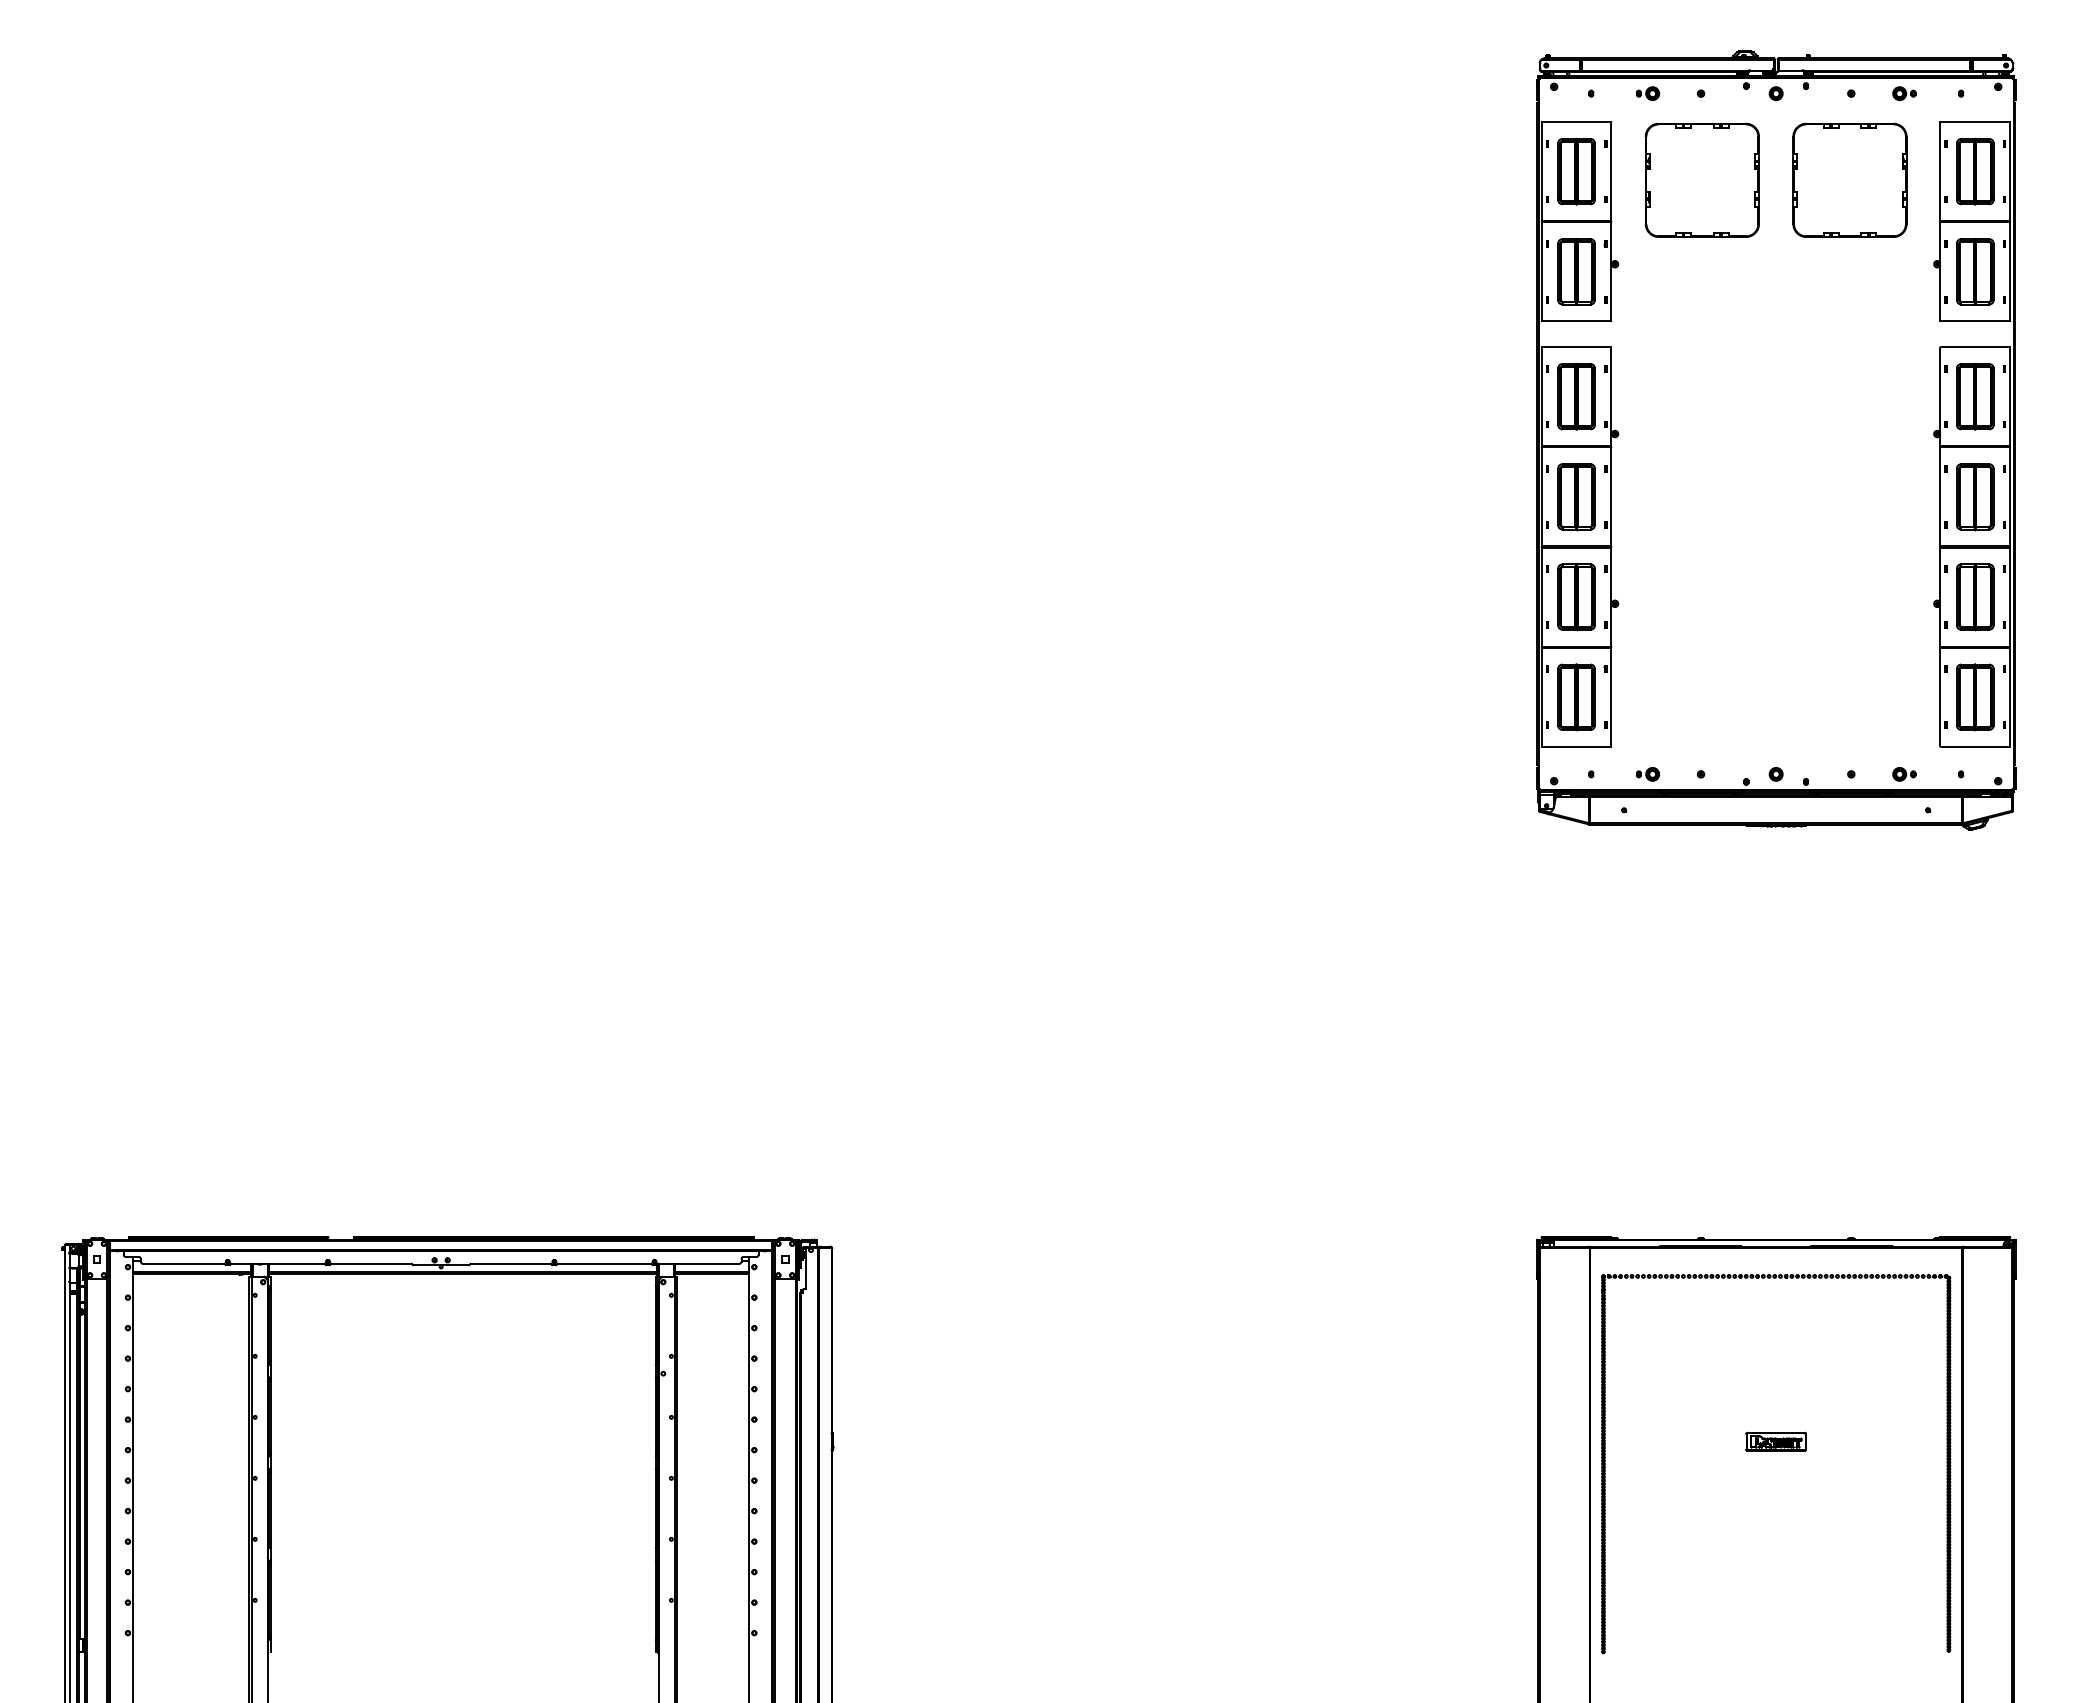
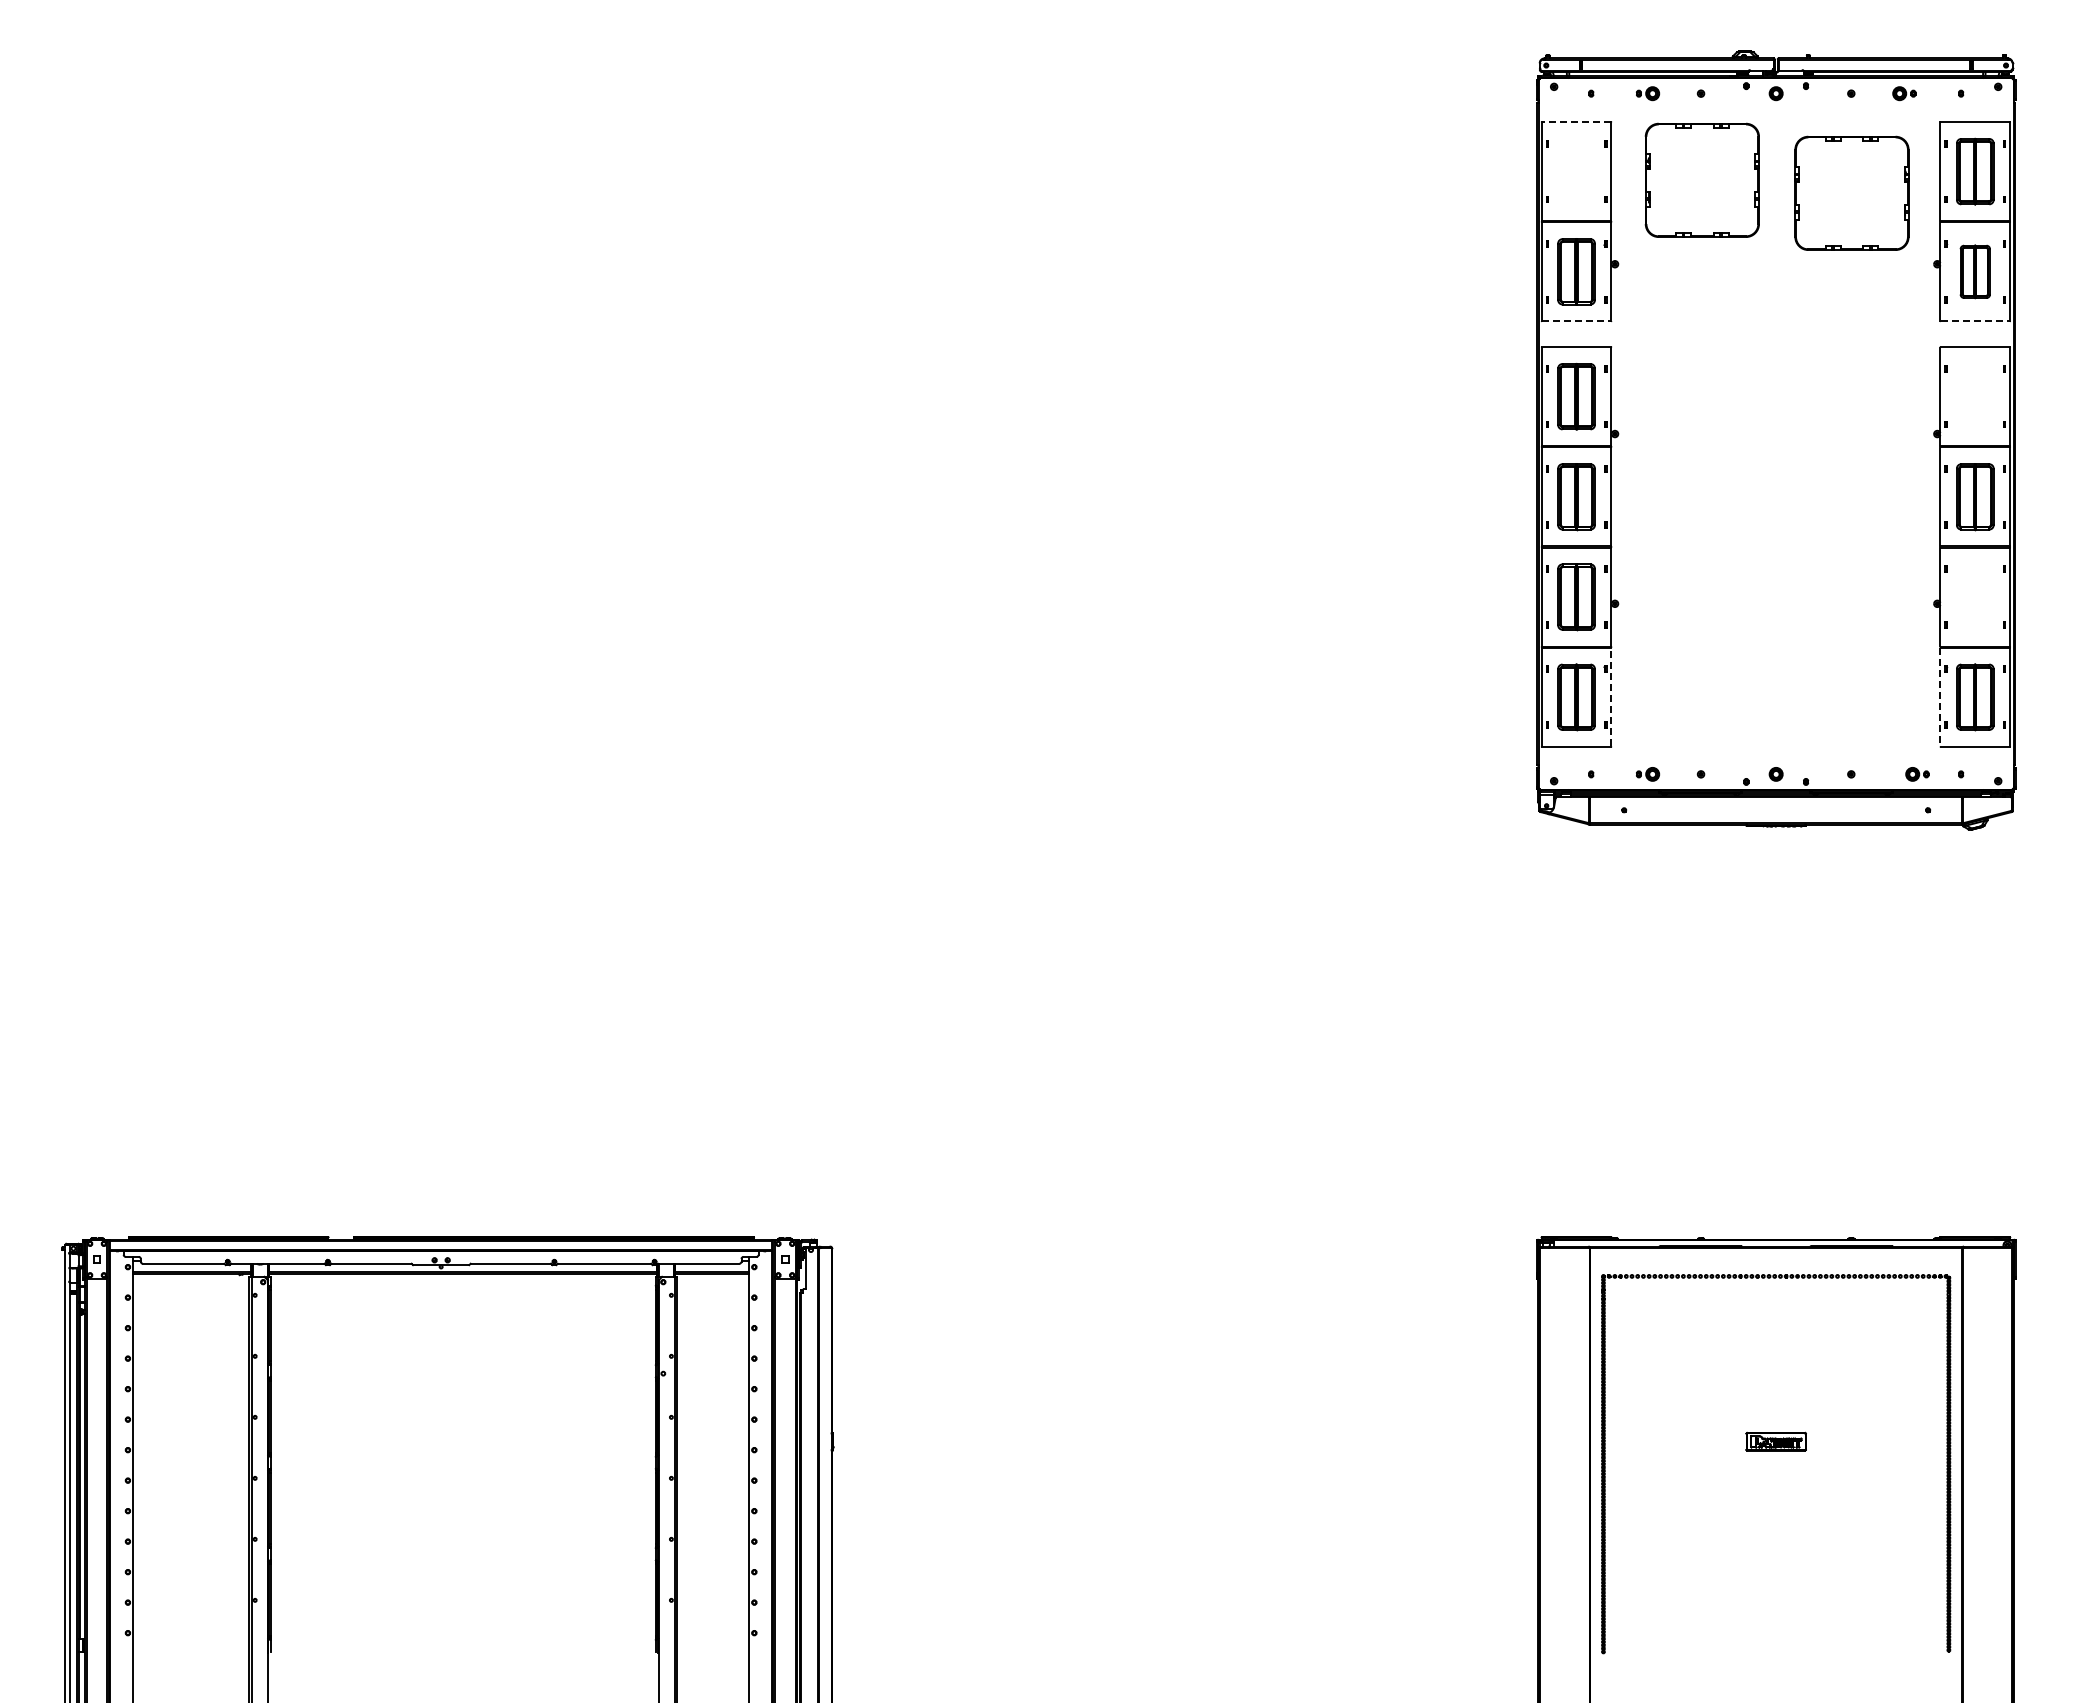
line at (1576, 122): solid -> dashed
part at (1576, 171): present -> none
part at (1849, 179) position: (1849, 179) -> (1851, 192)
part at (1975, 271) size: 39x68 px -> 32x56 px
line at (1576, 321): solid -> dashed
line at (1975, 321): solid -> dashed
part at (1975, 396): present -> none
part at (1975, 597): present -> none
line at (1611, 696): solid -> dashed
line at (1940, 697): solid -> dashed
part at (1904, 774) position: (1904, 774) -> (1917, 774)
